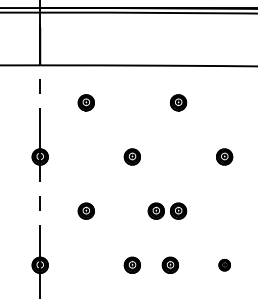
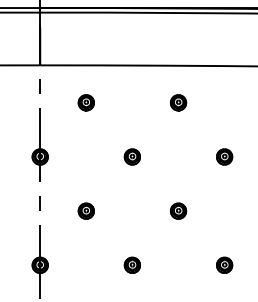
part at (155, 210): present -> none
part at (169, 264): present -> none
part at (224, 265) size: 13x13 px -> 18x18 px
